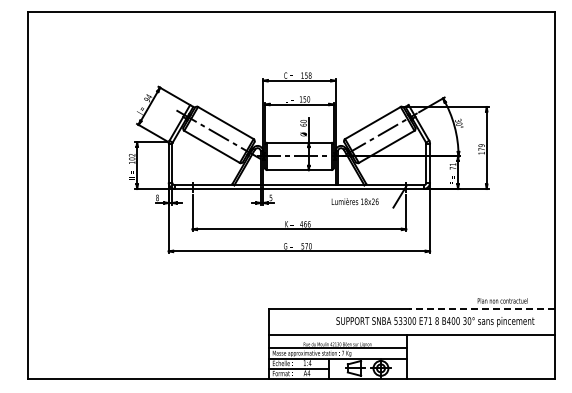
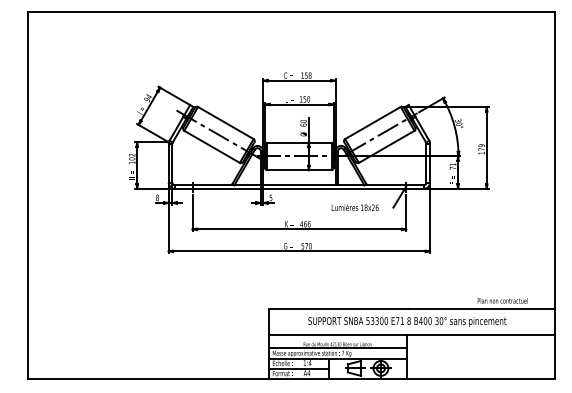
text at (354, 201) position: (354, 201) -> (354, 207)
line at (481, 309): dashed -> solid
text at (435, 321) position: (435, 321) -> (407, 321)
